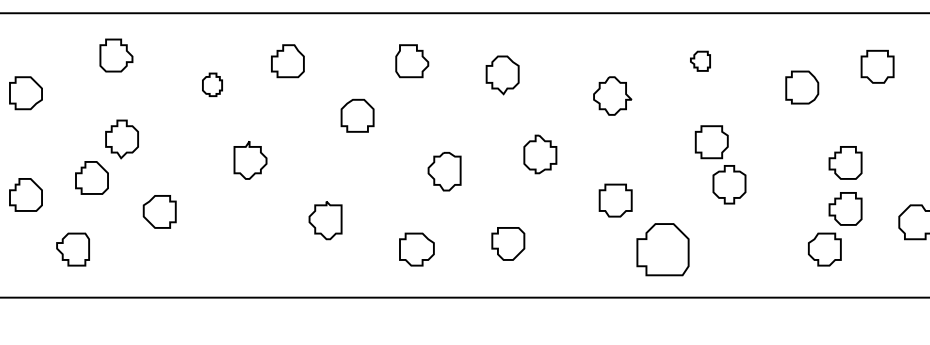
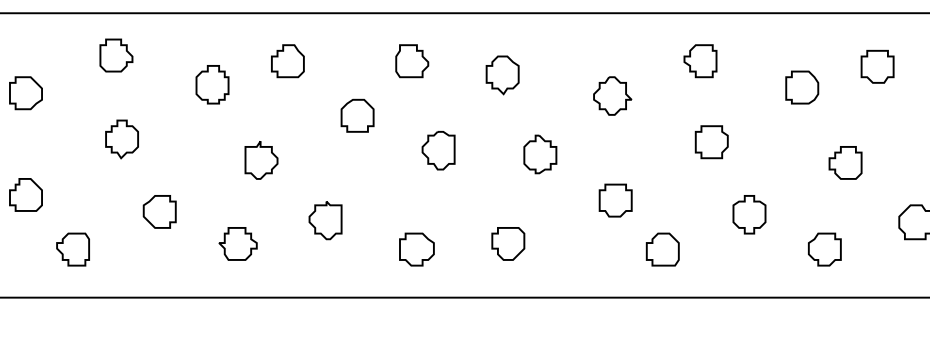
part at (700, 60) size: 21x22 px -> 35x35 px
part at (212, 84) size: 21x25 px -> 35x40 px
part at (250, 160) position: (250, 160) -> (261, 160)
part at (444, 171) position: (444, 171) -> (438, 150)
part at (91, 177): present -> none
part at (729, 184) position: (729, 184) -> (749, 214)
part at (845, 208): present -> none
part at (237, 243): none -> present
part at (662, 249) size: 54x54 px -> 35x35 px
